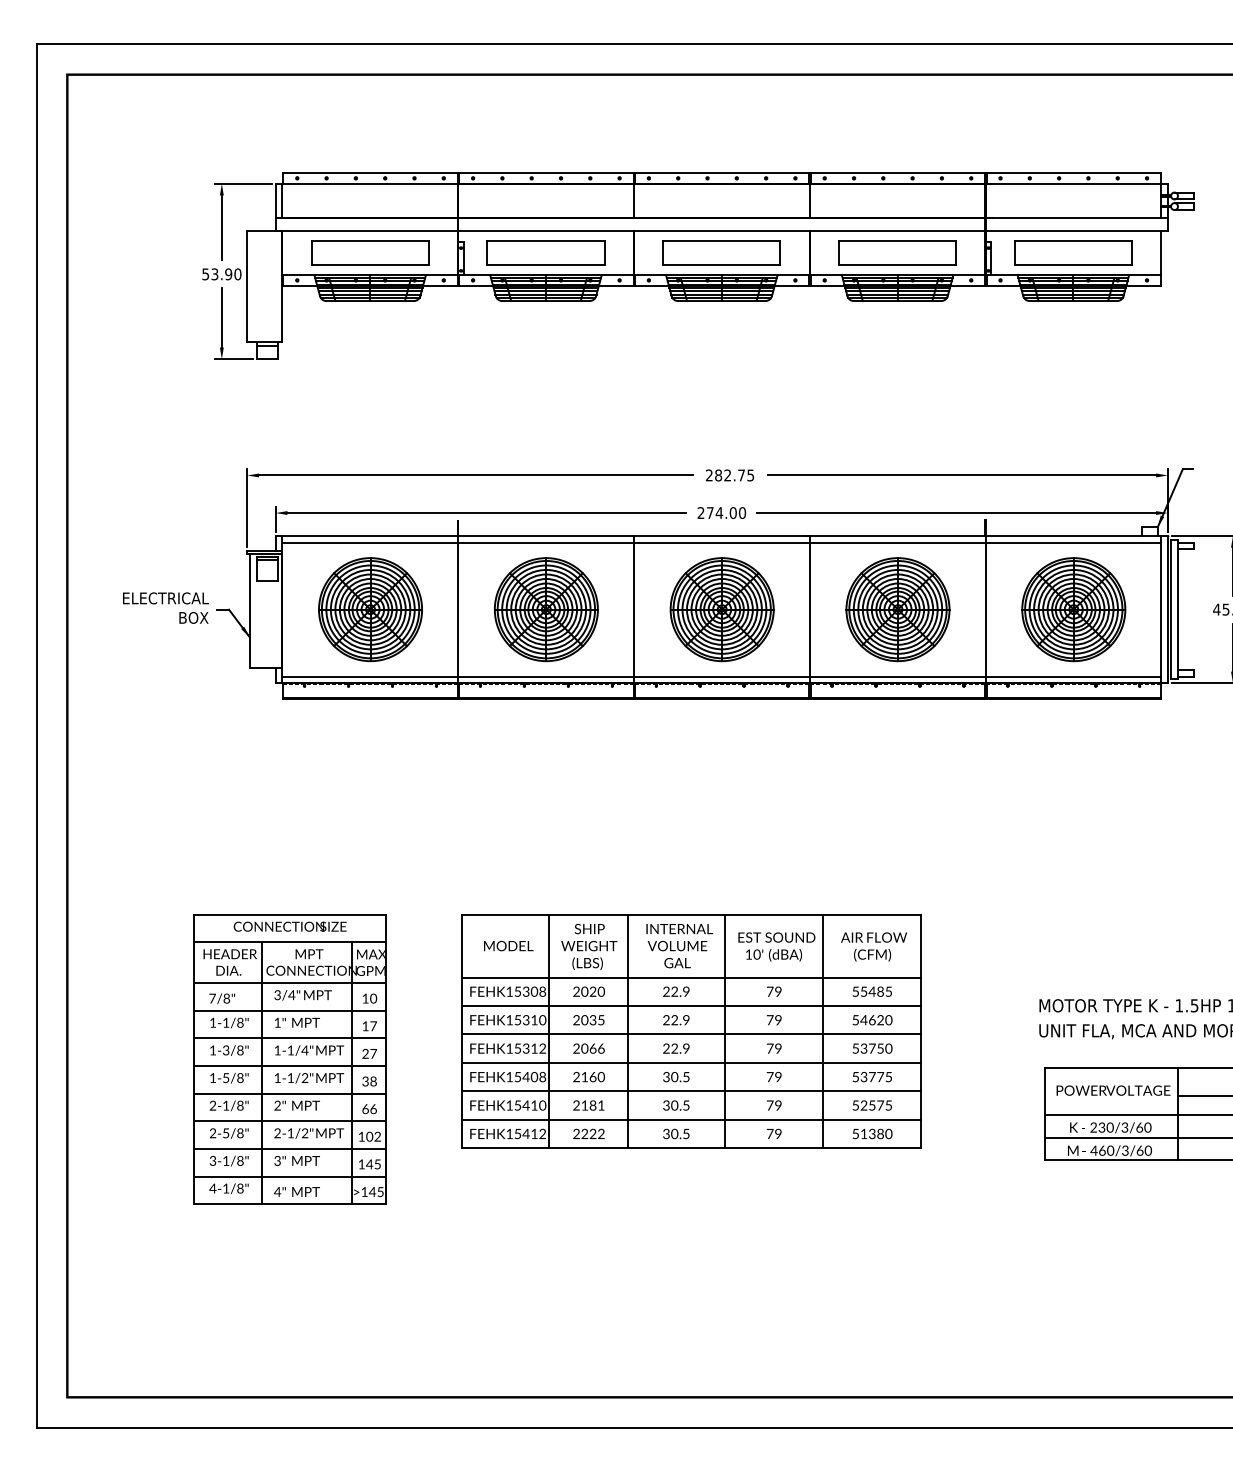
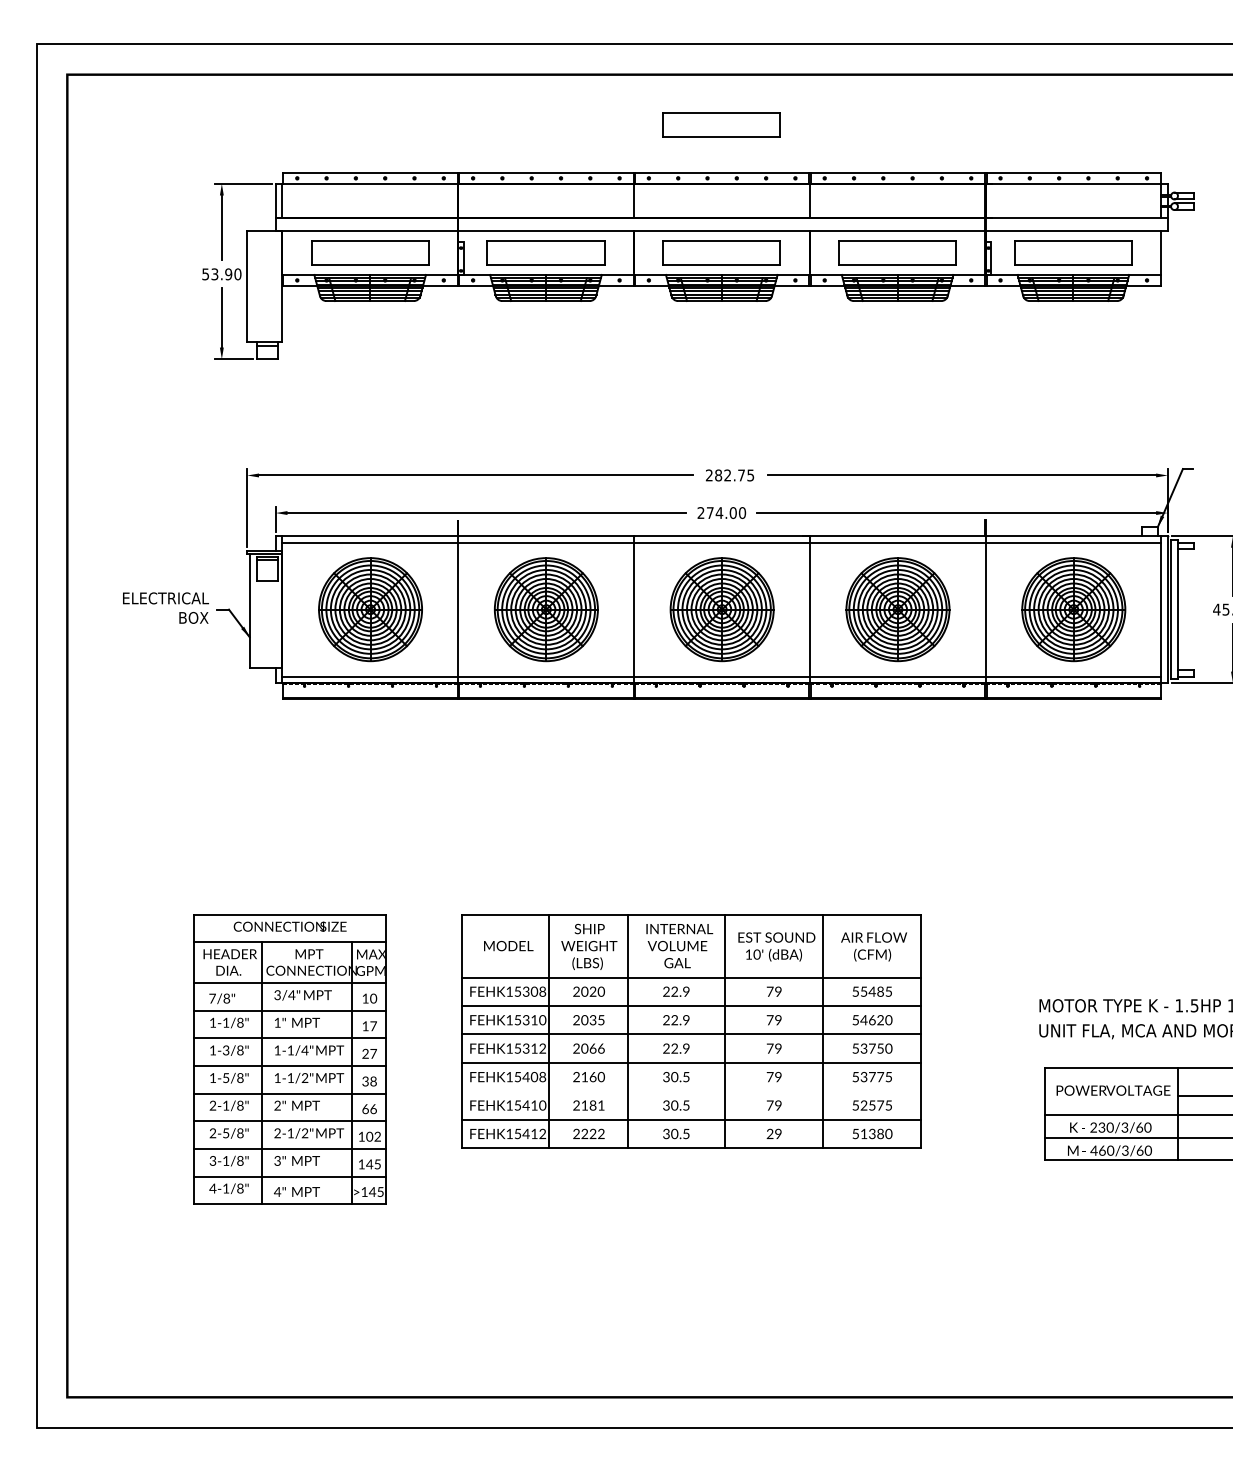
part at (721, 124): none -> present
line at (690, 1091): present -> none
text at (769, 1133): 79 -> 29
